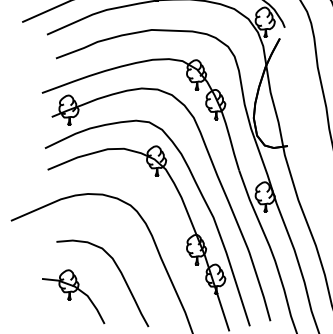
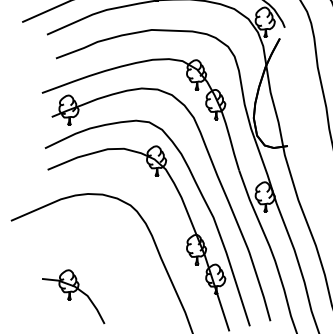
curve at (120, 273): present -> none
